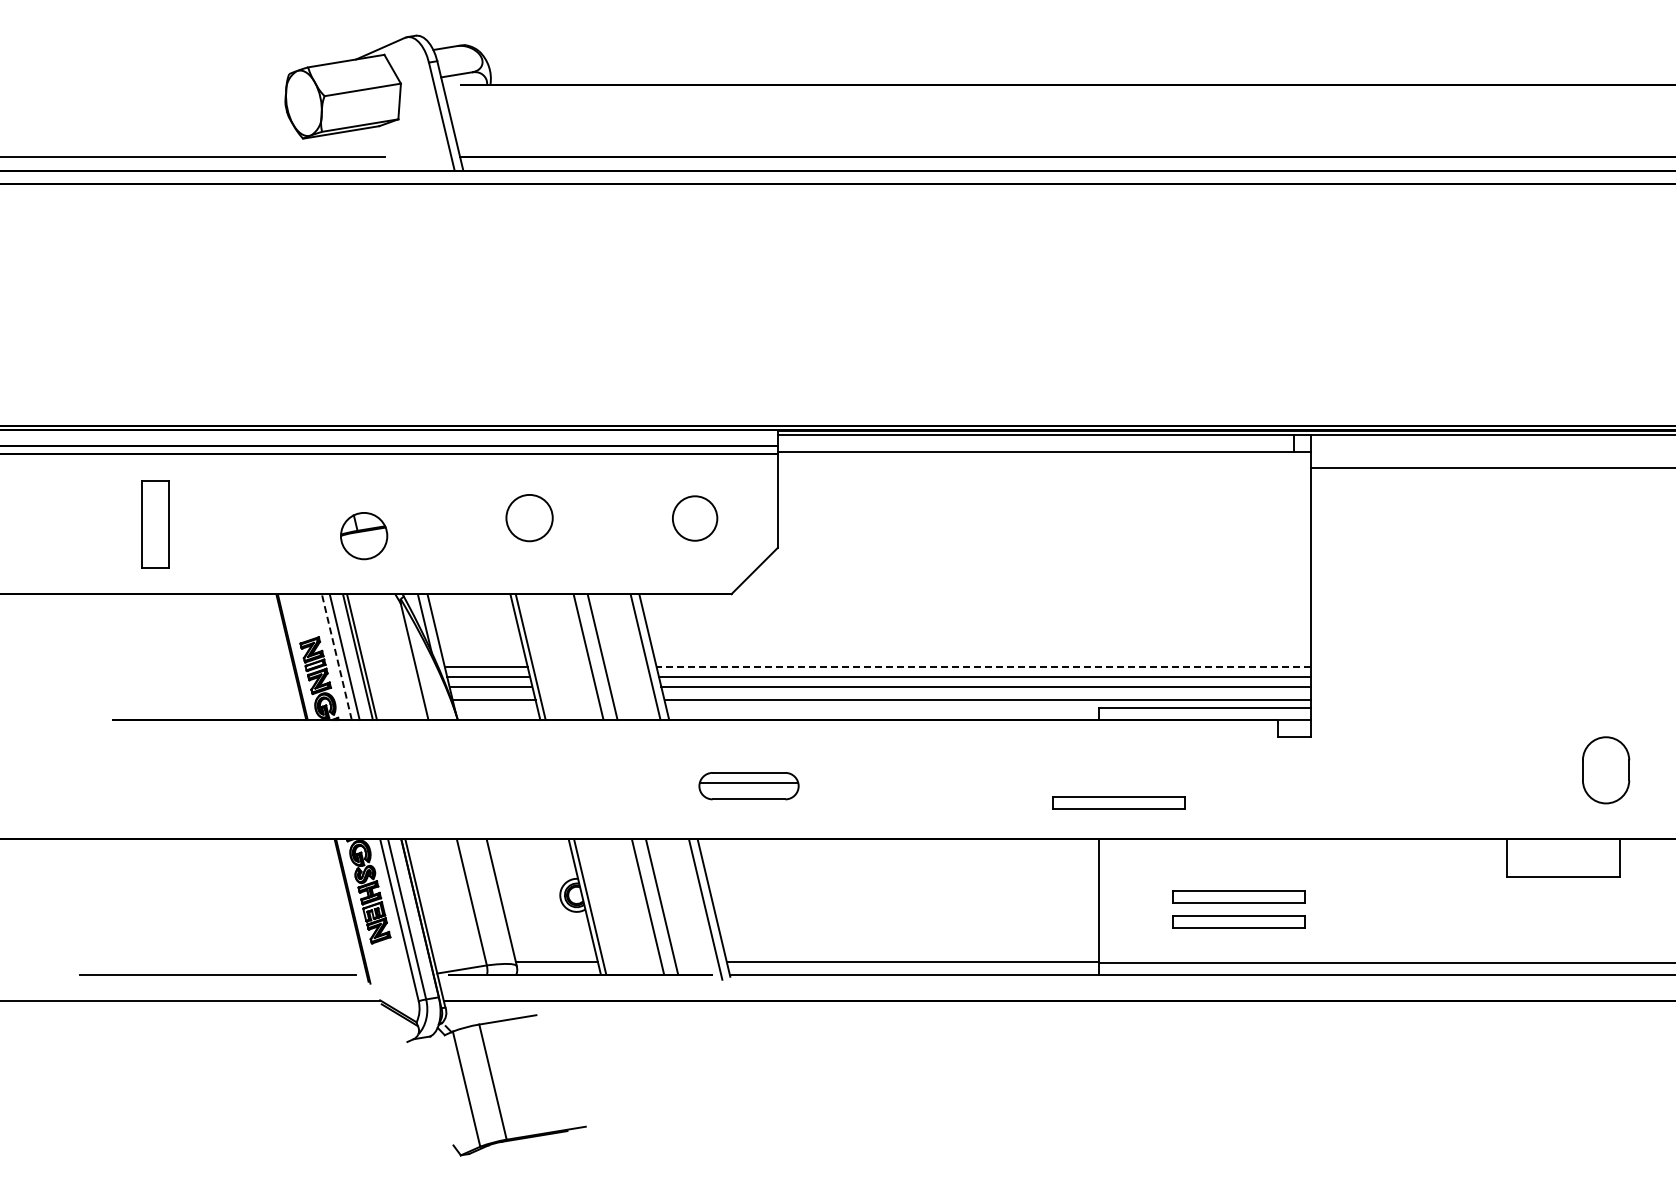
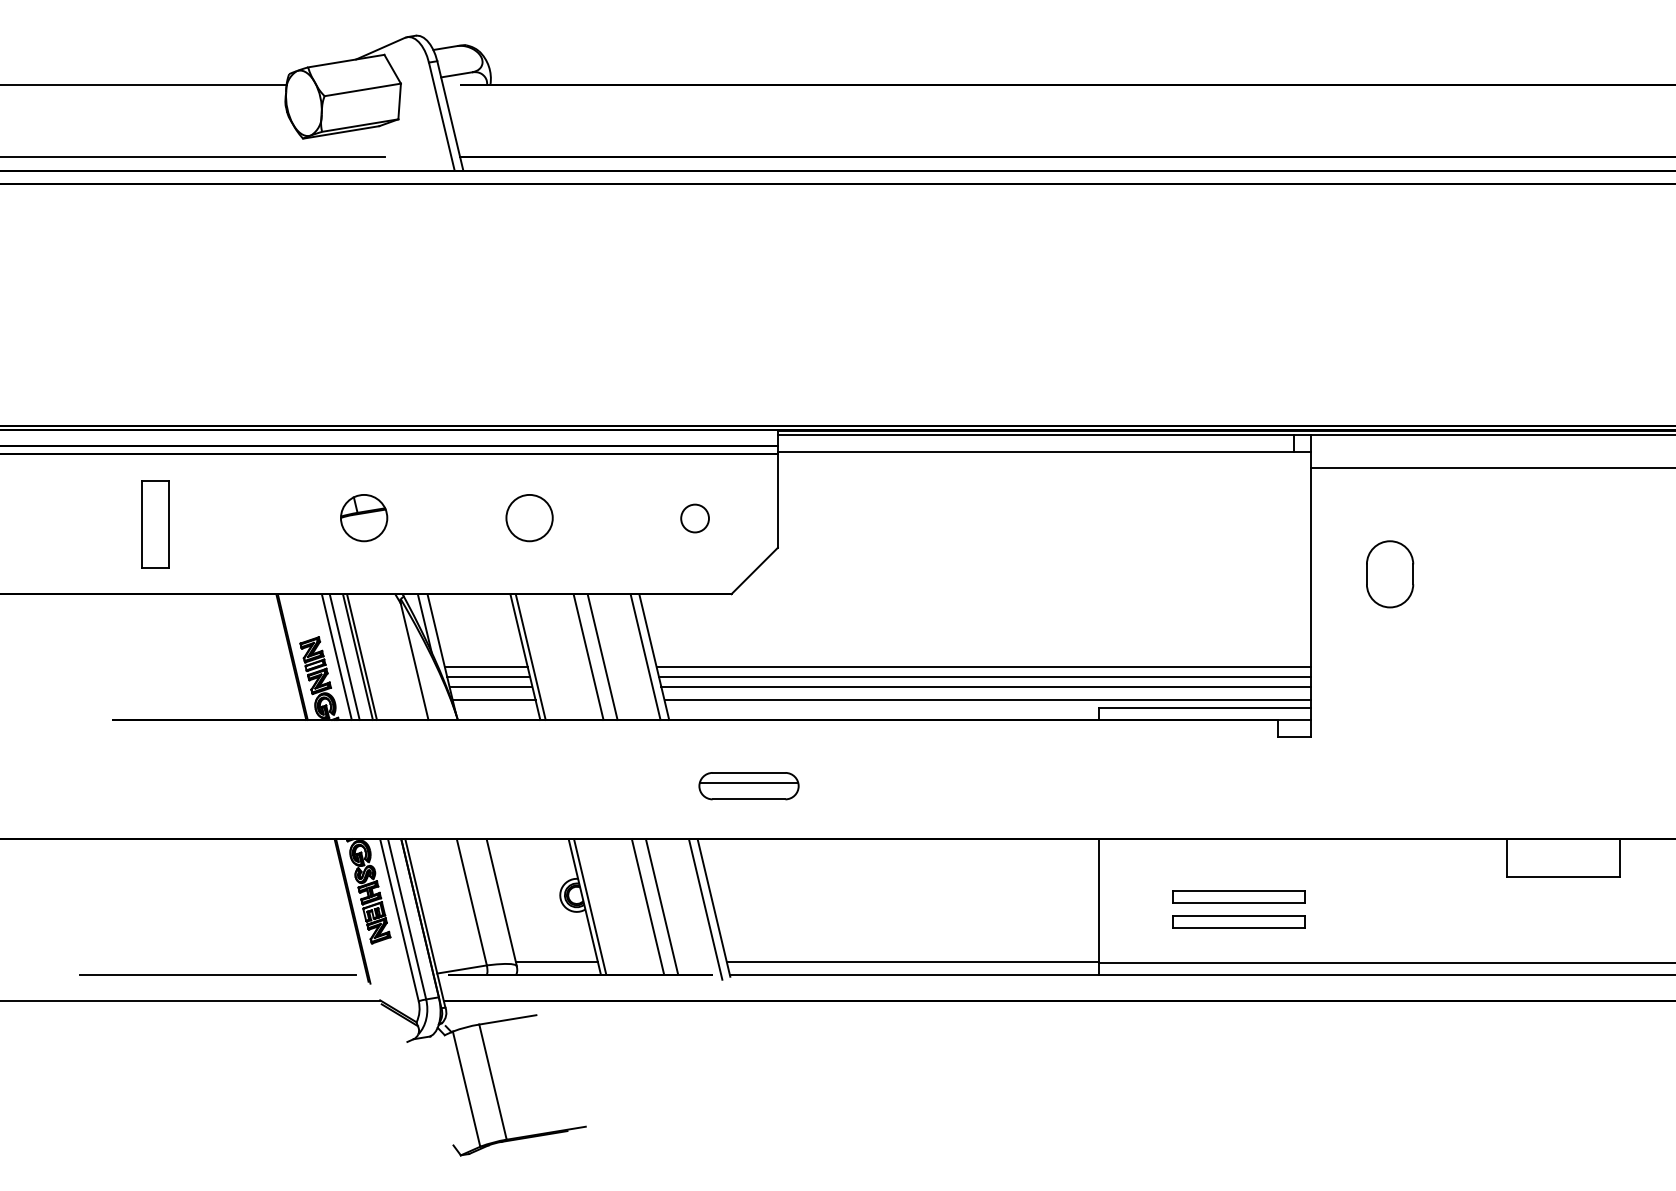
line at (144, 84): none -> present
circle at (694, 518) diameter: 44 px -> 28 px
part at (364, 536) position: (364, 536) -> (364, 518)
line at (336, 657): dashed -> solid
line at (983, 667): dashed -> solid
part at (1606, 770) position: (1606, 770) -> (1390, 574)
part at (1118, 802): present -> none
